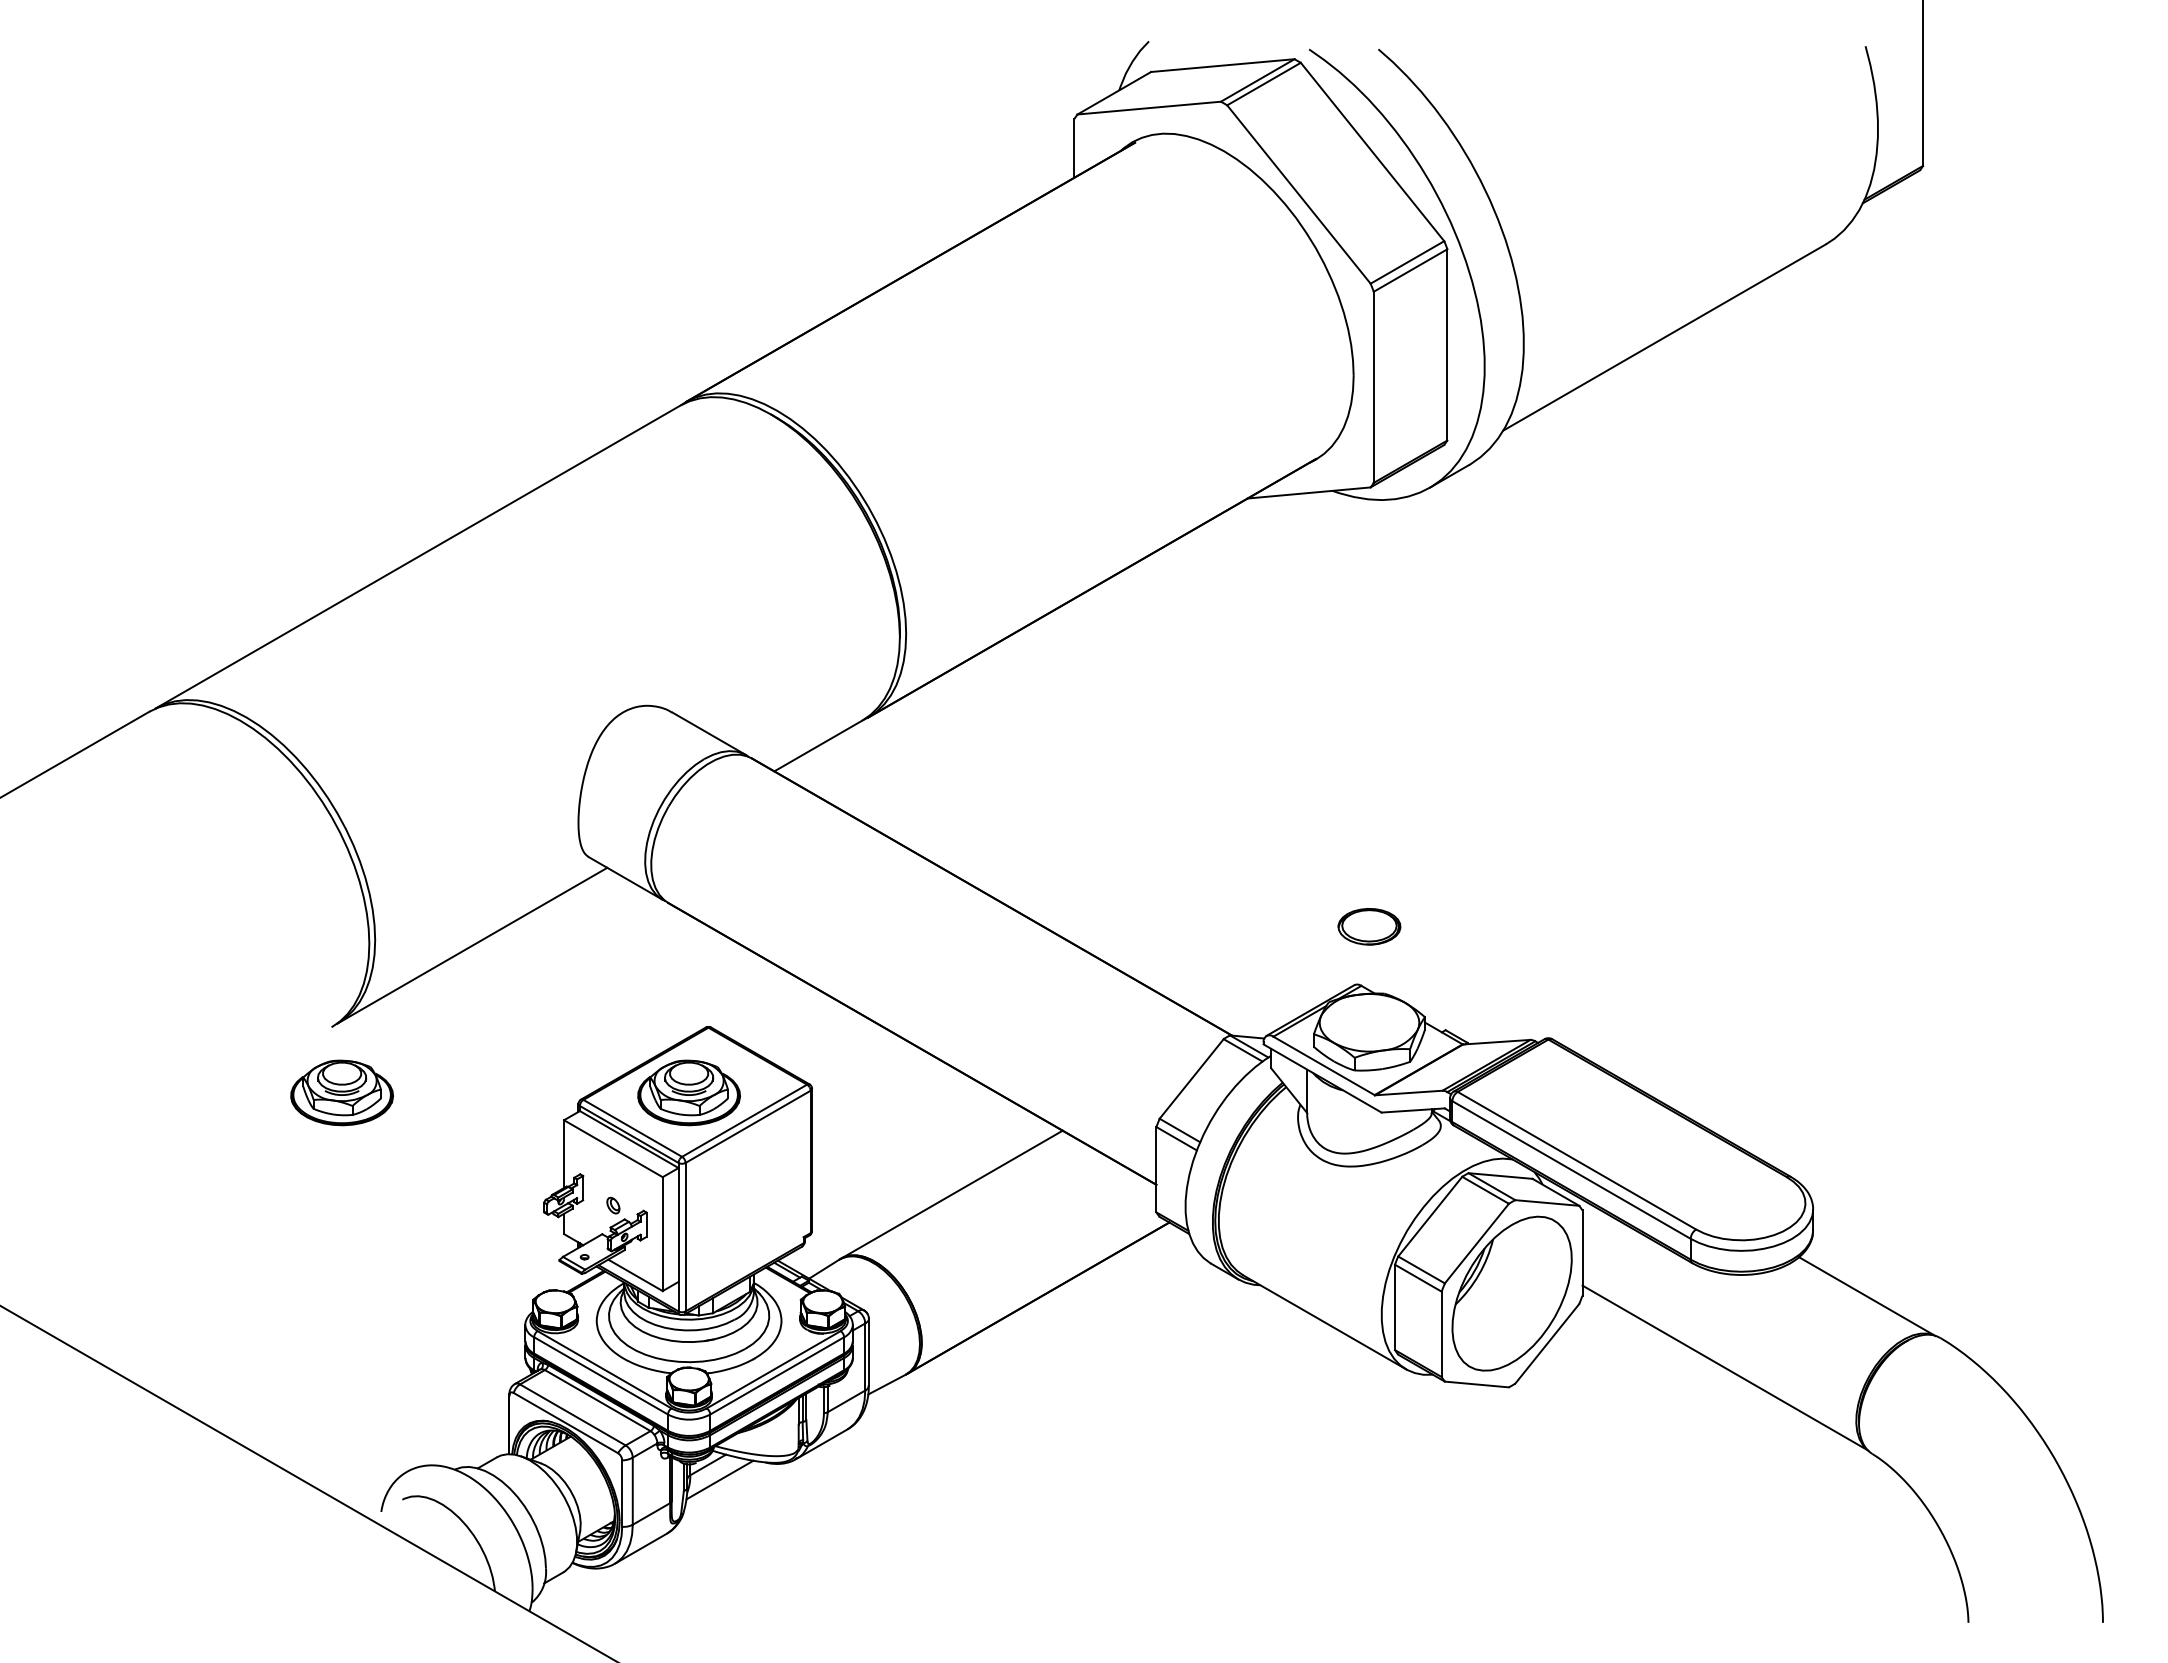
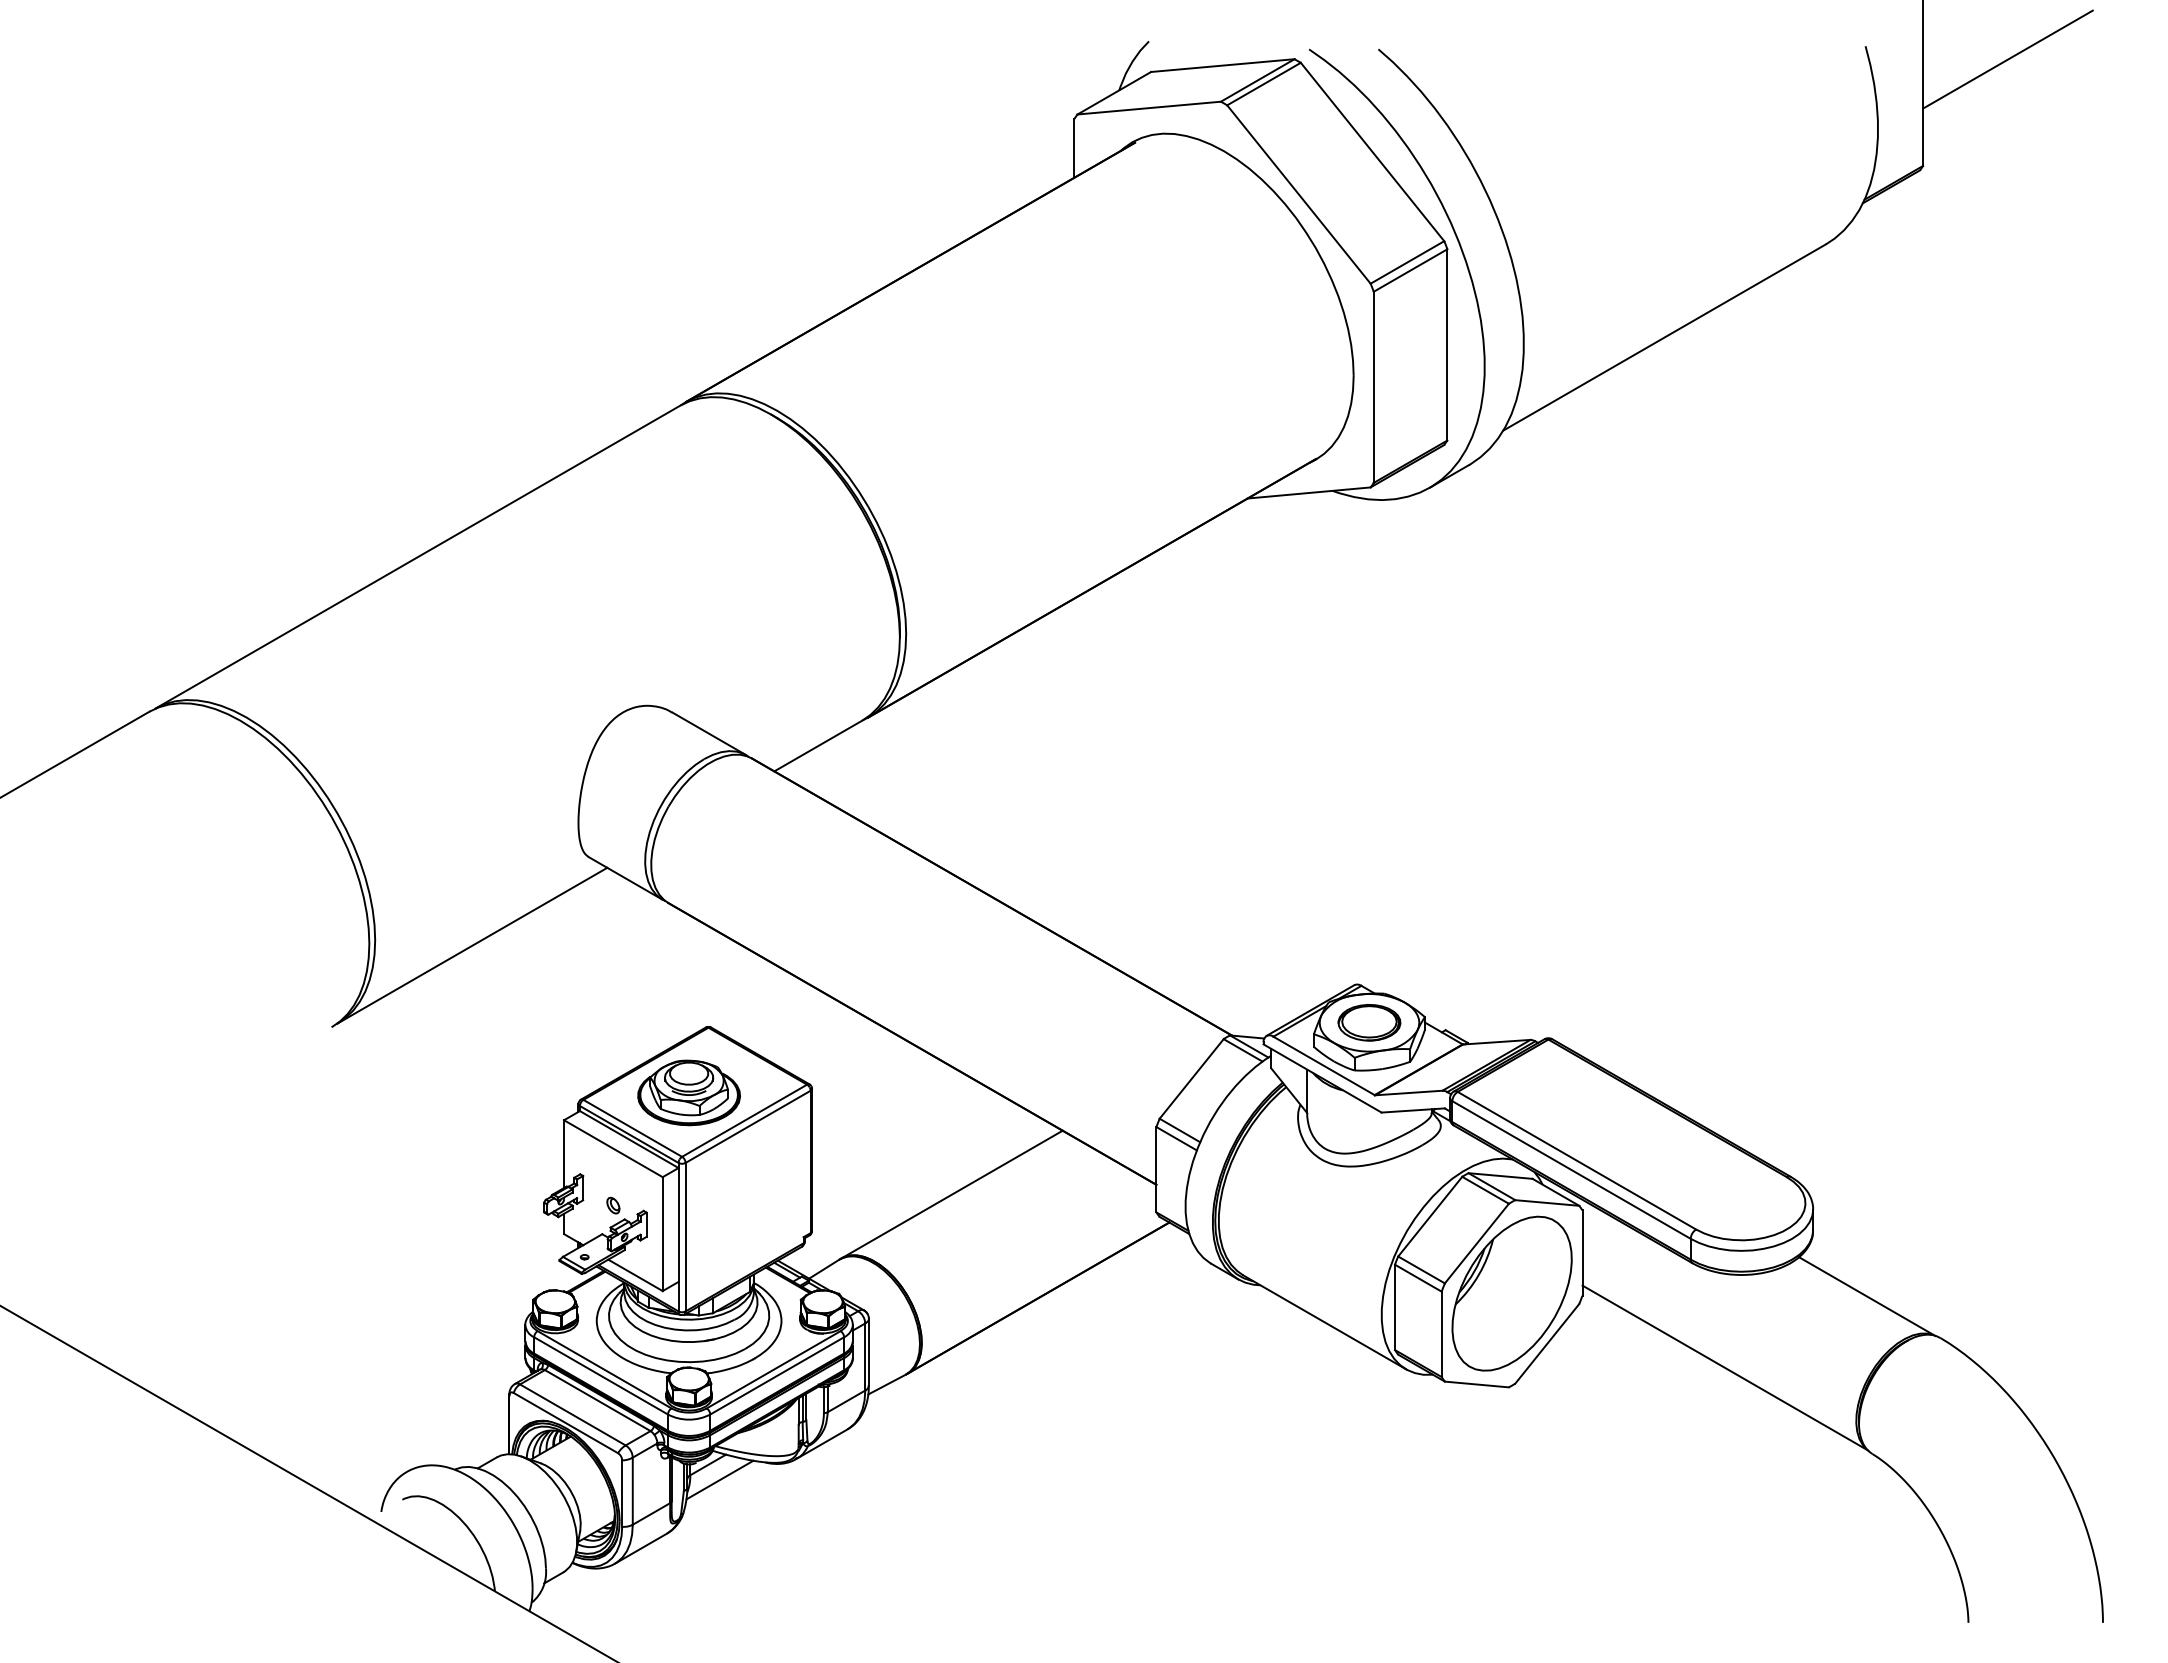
line at (2007, 59): none -> present
part at (1369, 926) position: (1369, 926) -> (1369, 1022)
part at (342, 1092): present -> none
